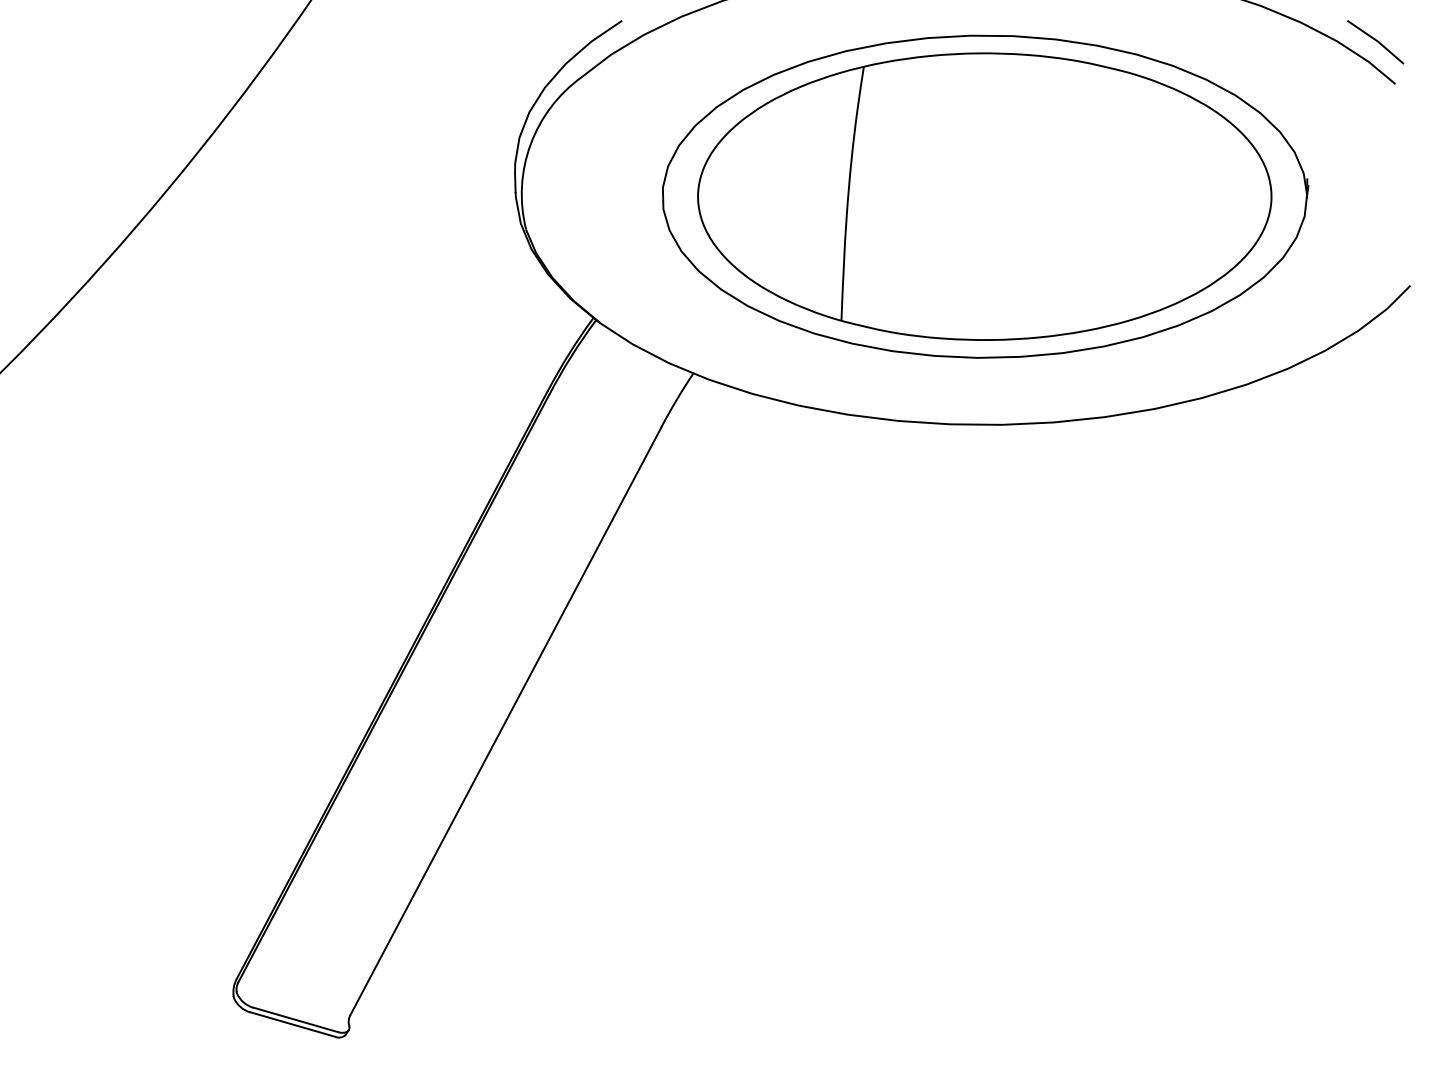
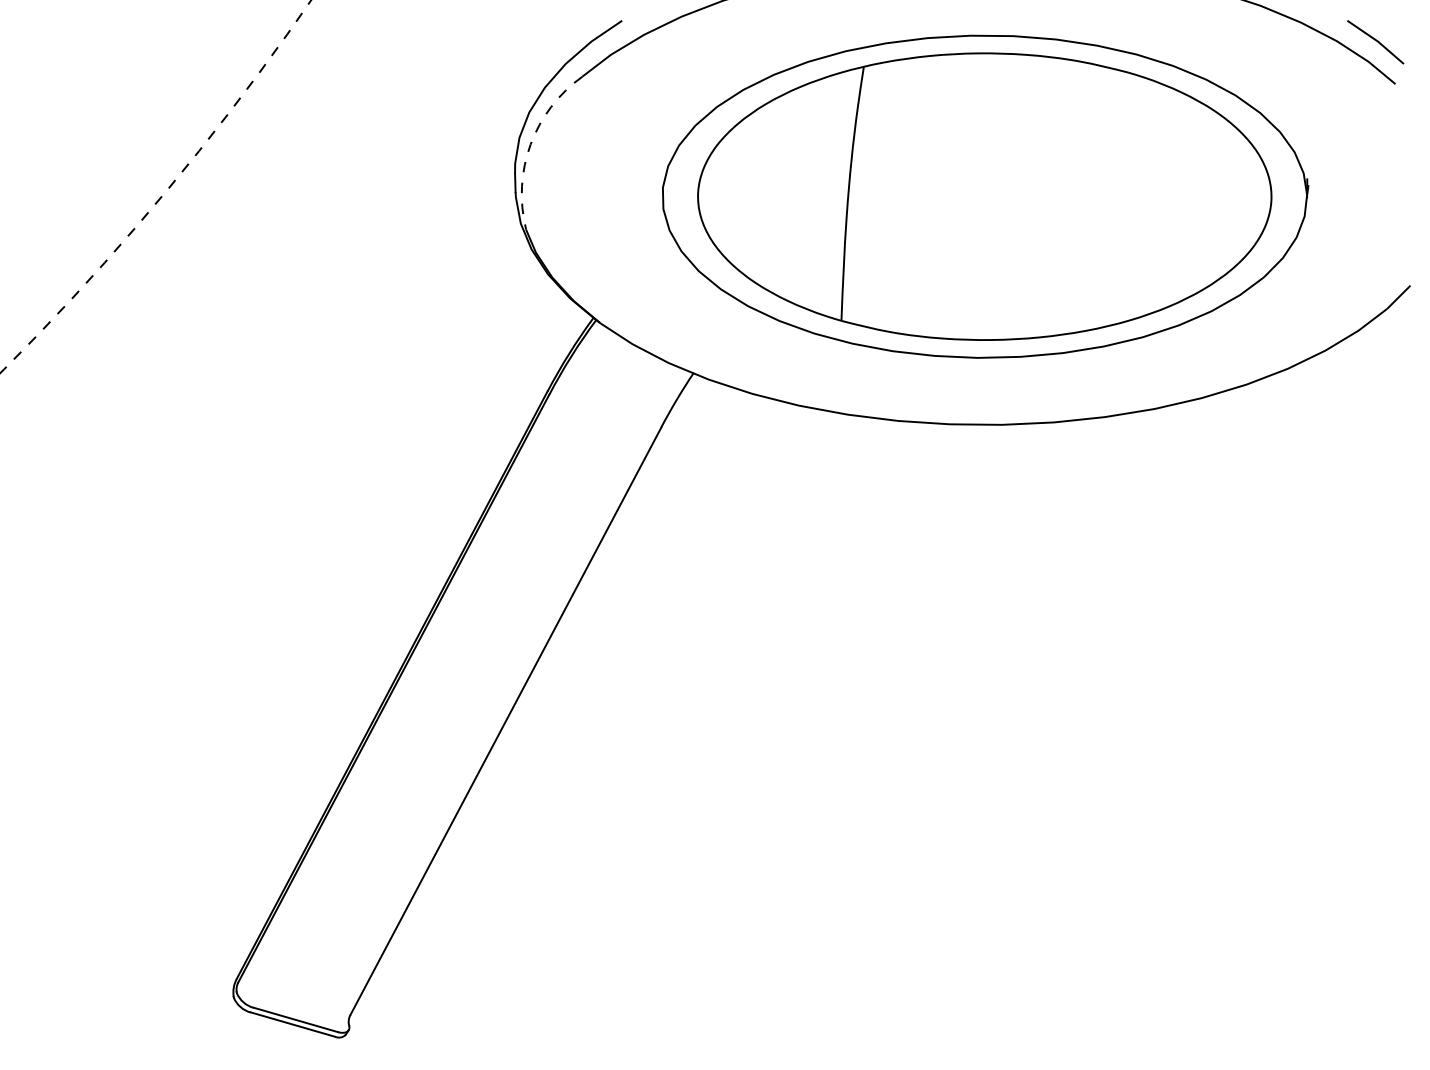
arc at (530, 144): solid -> dashed
arc at (164, 193): solid -> dashed
